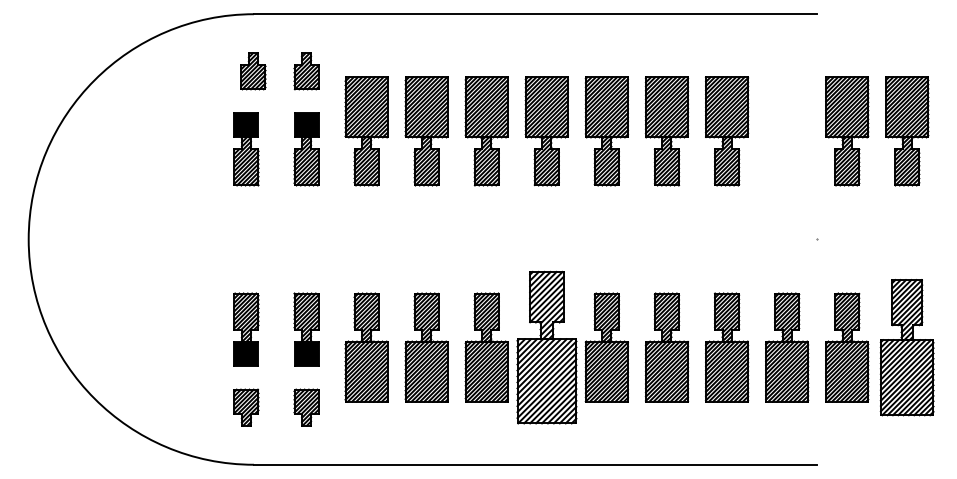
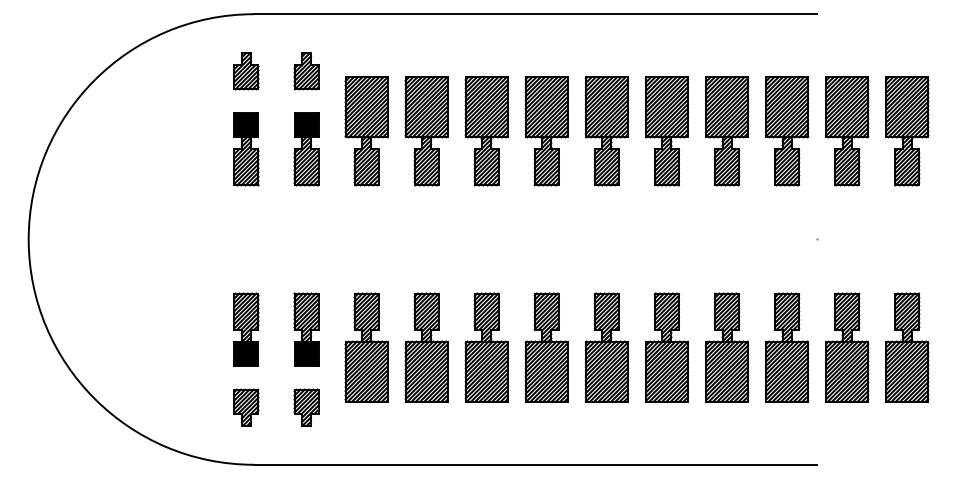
part at (253, 71) position: (253, 71) -> (246, 71)
part at (787, 131): none -> present
part at (546, 347) size: 62x155 px -> 45x111 px
part at (906, 347) size: 56x138 px -> 45x111 px
